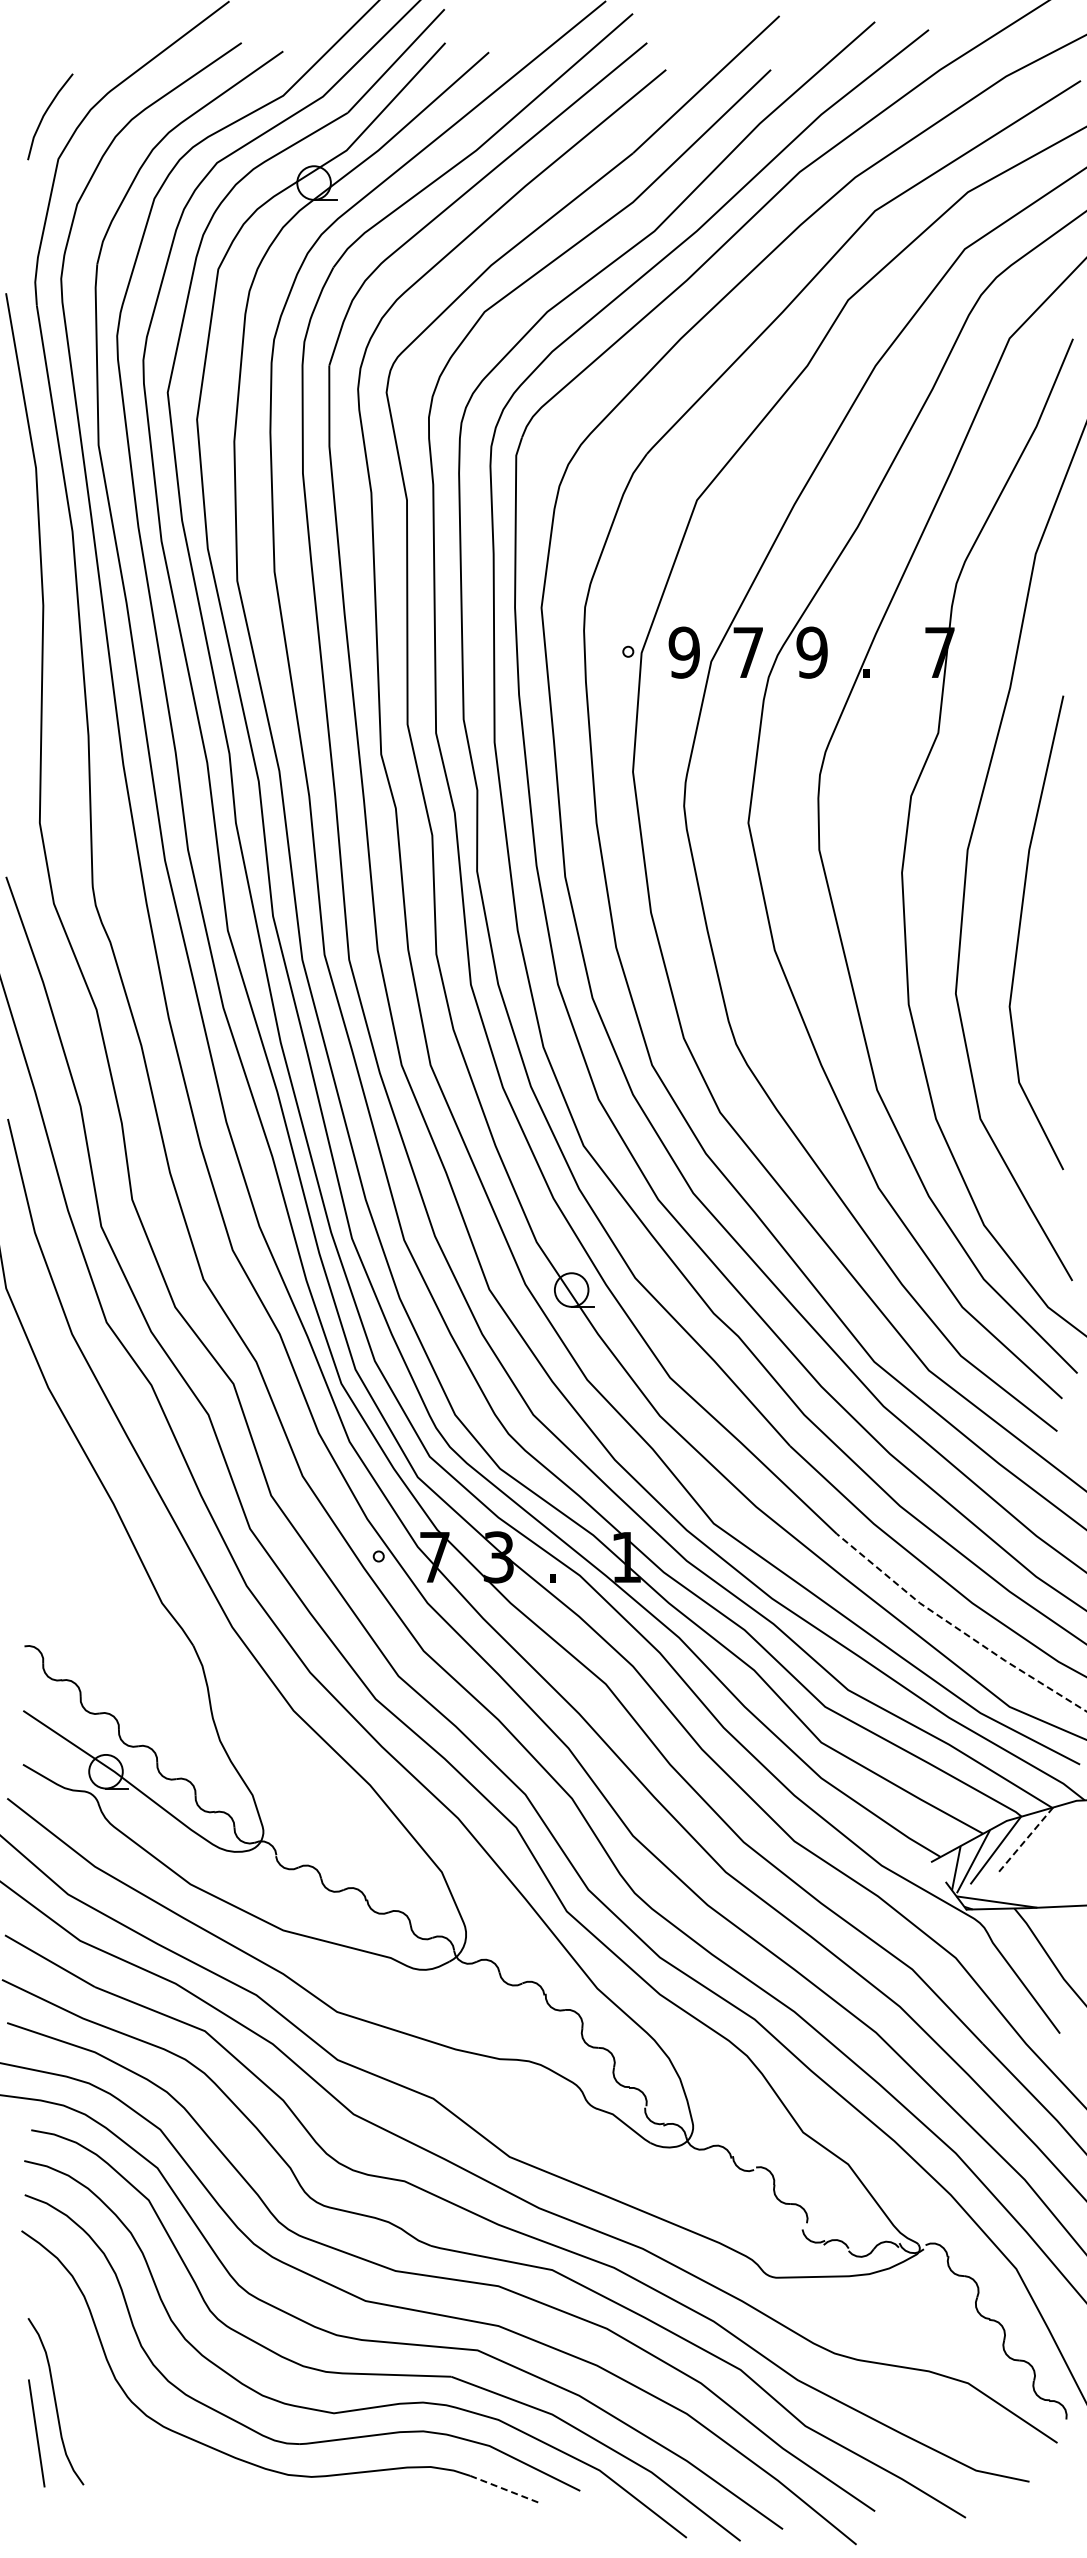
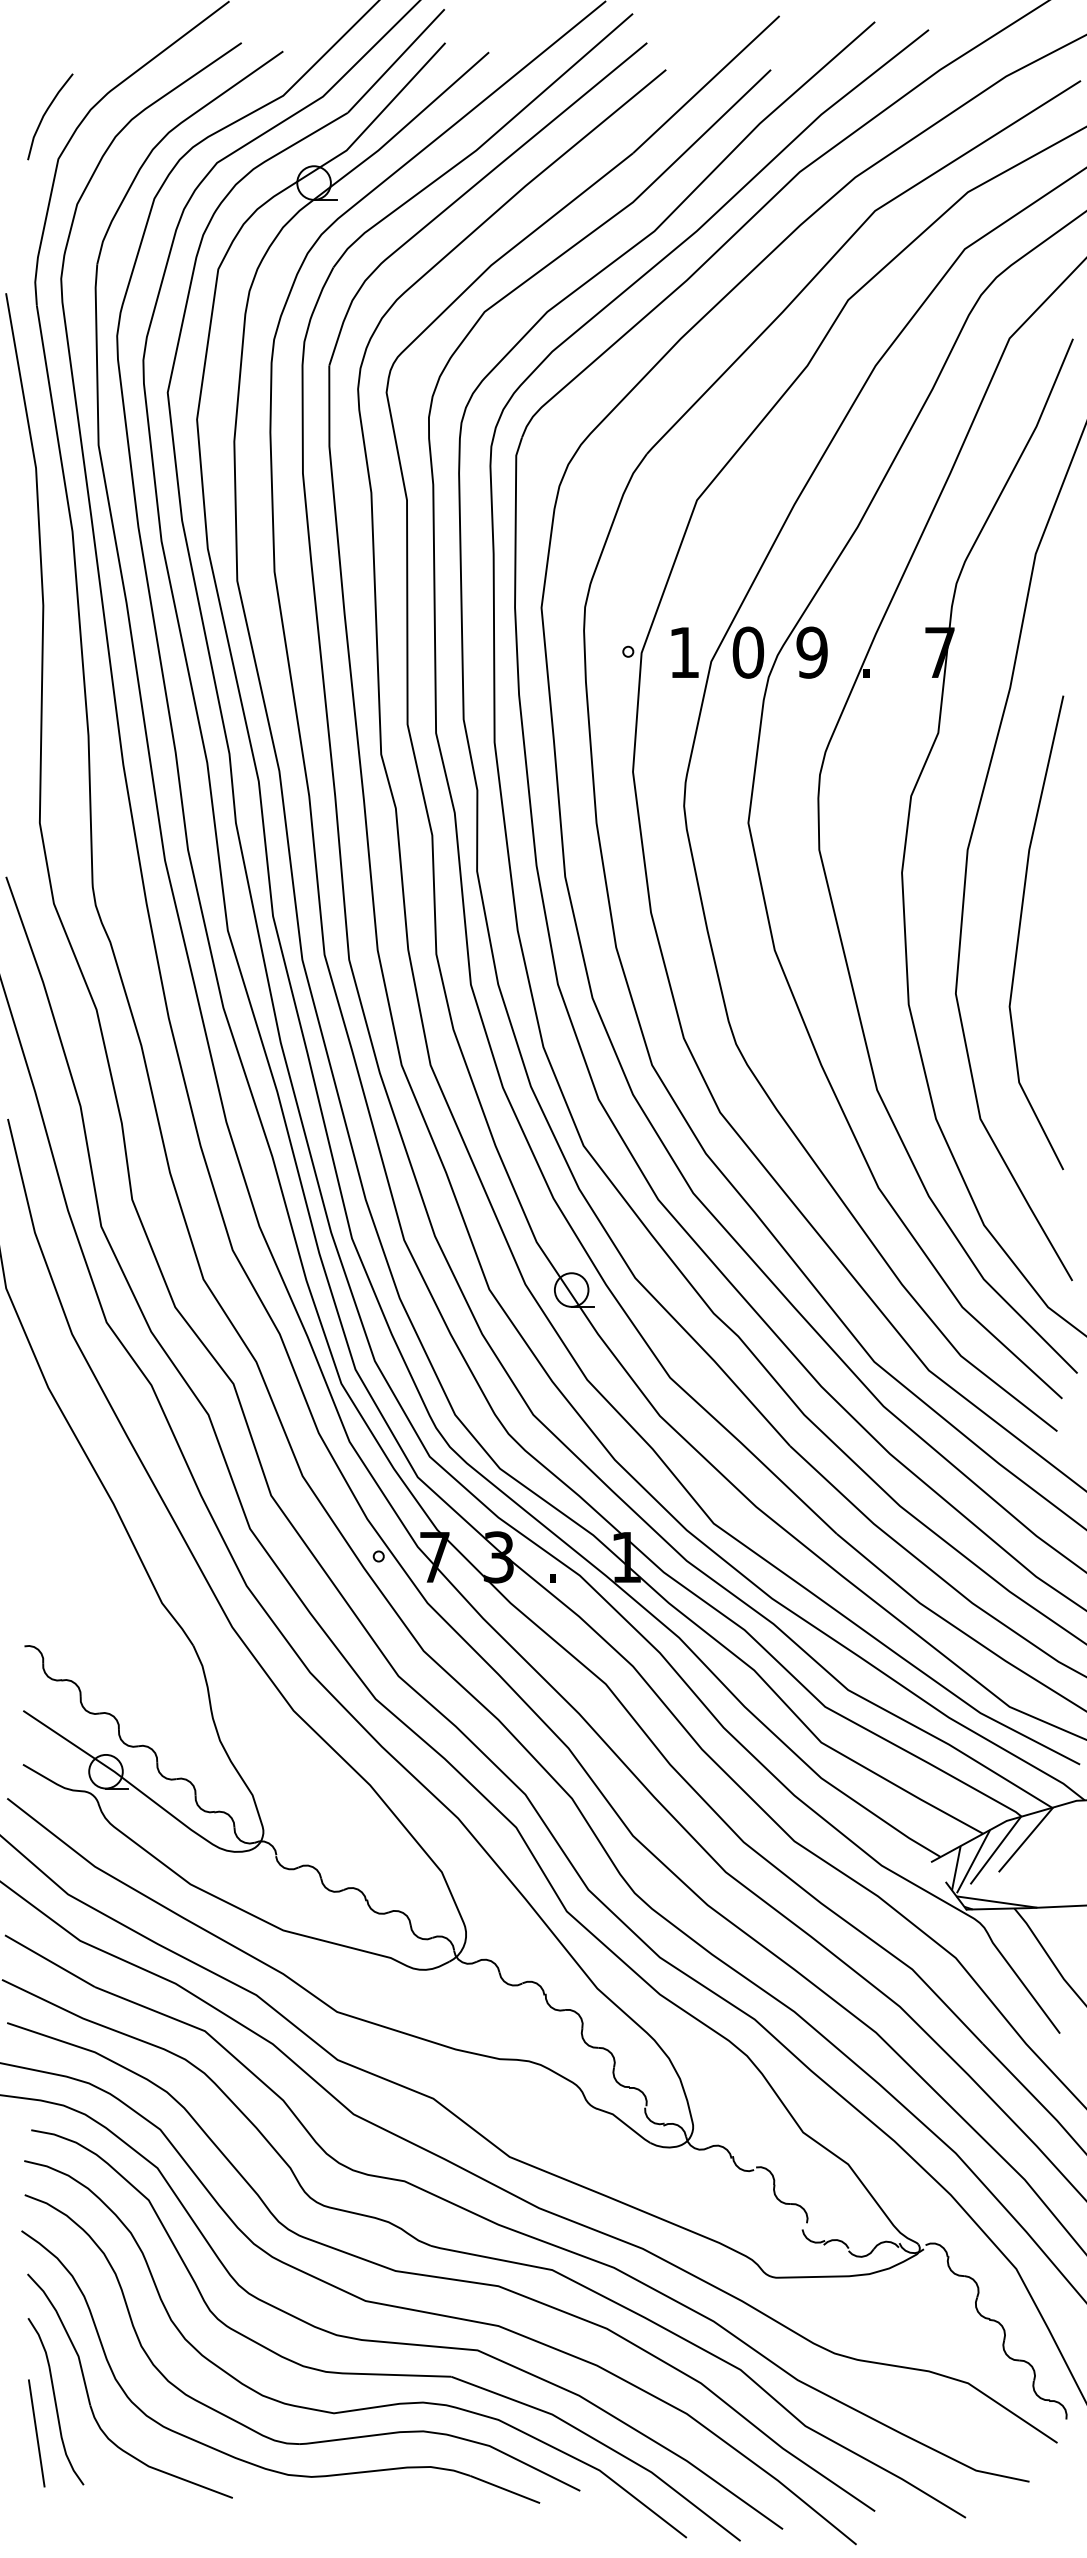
text at (683, 652): 9 -> 1
text at (748, 652): 7 -> 0
line at (956, 1628): dashed -> solid
line at (1025, 1840): dashed -> solid
part at (89, 2396): none -> present
line at (505, 2489): dashed -> solid
